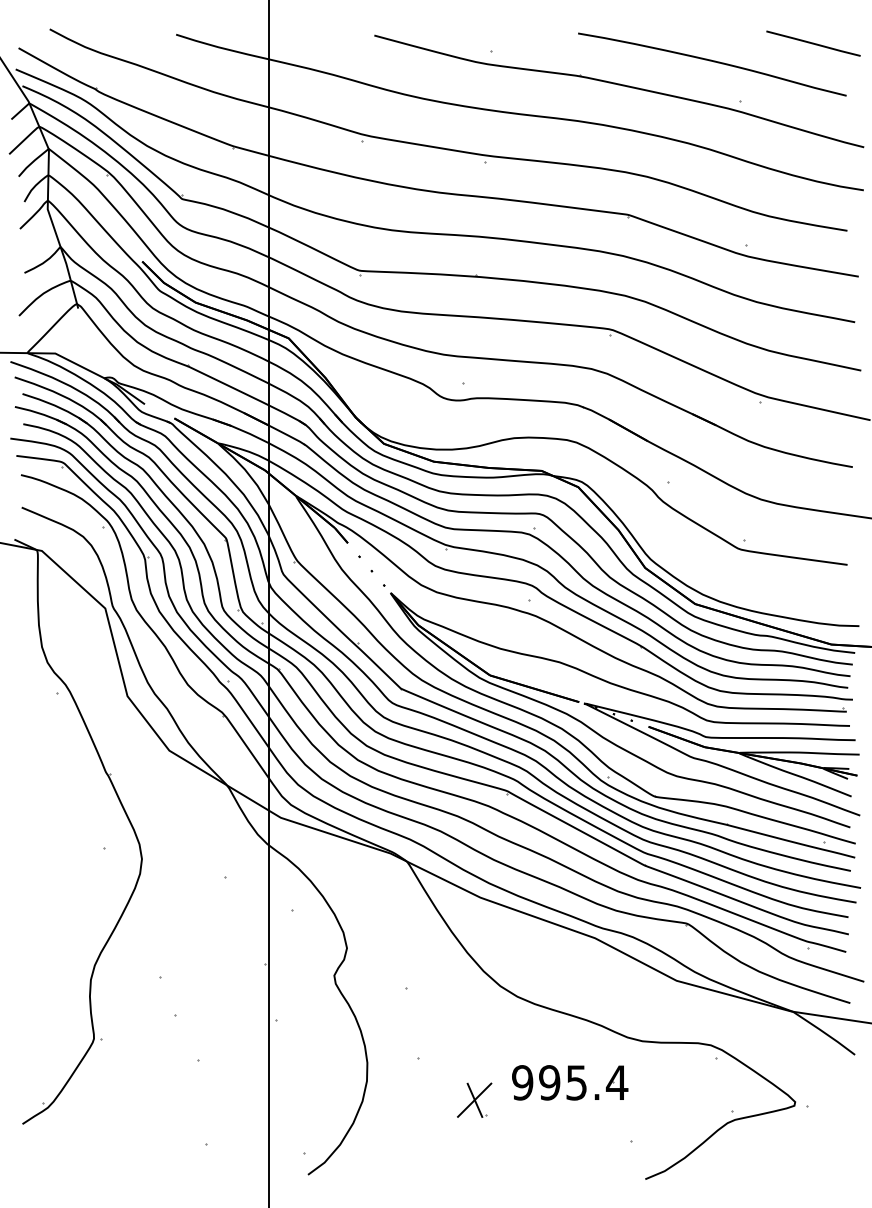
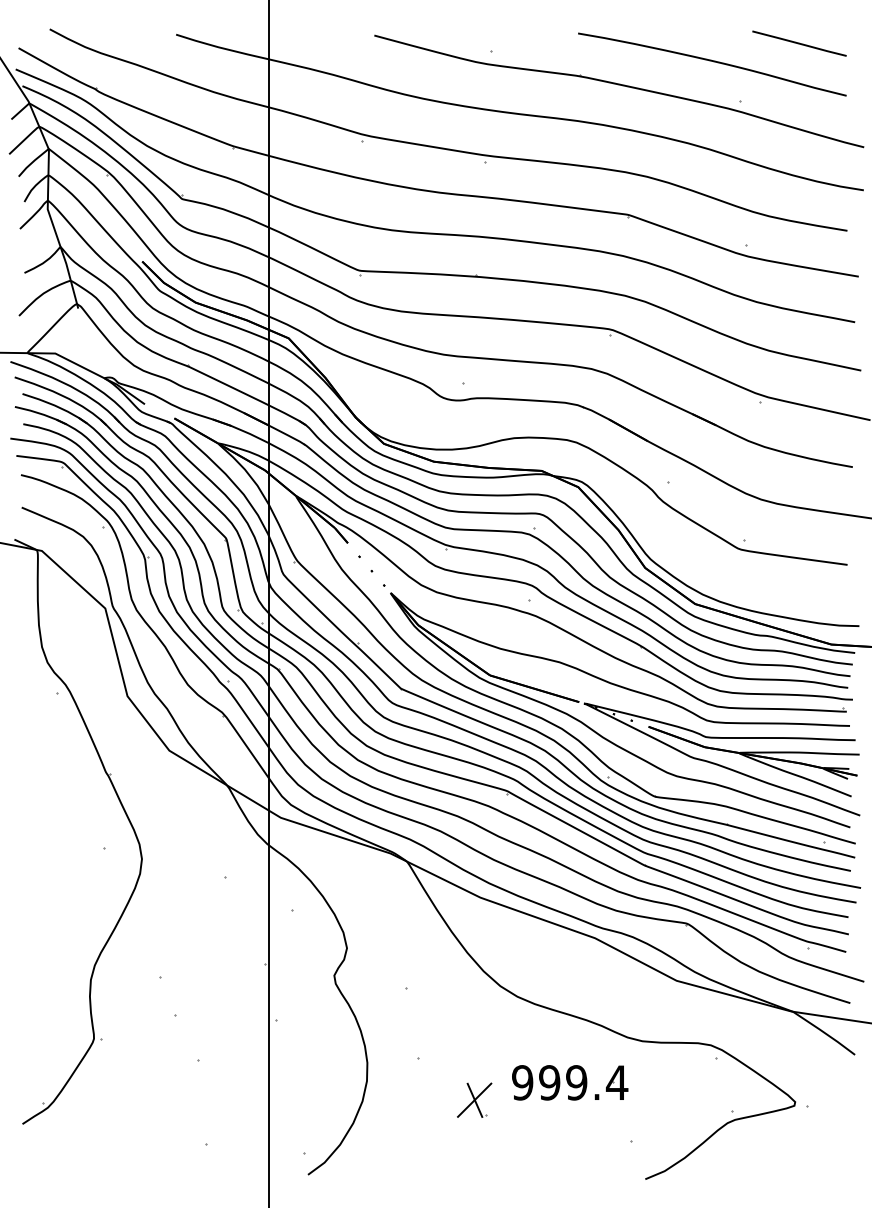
line at (813, 43) position: (813, 43) -> (799, 43)
text at (576, 1082): 995.4 -> 999.4
